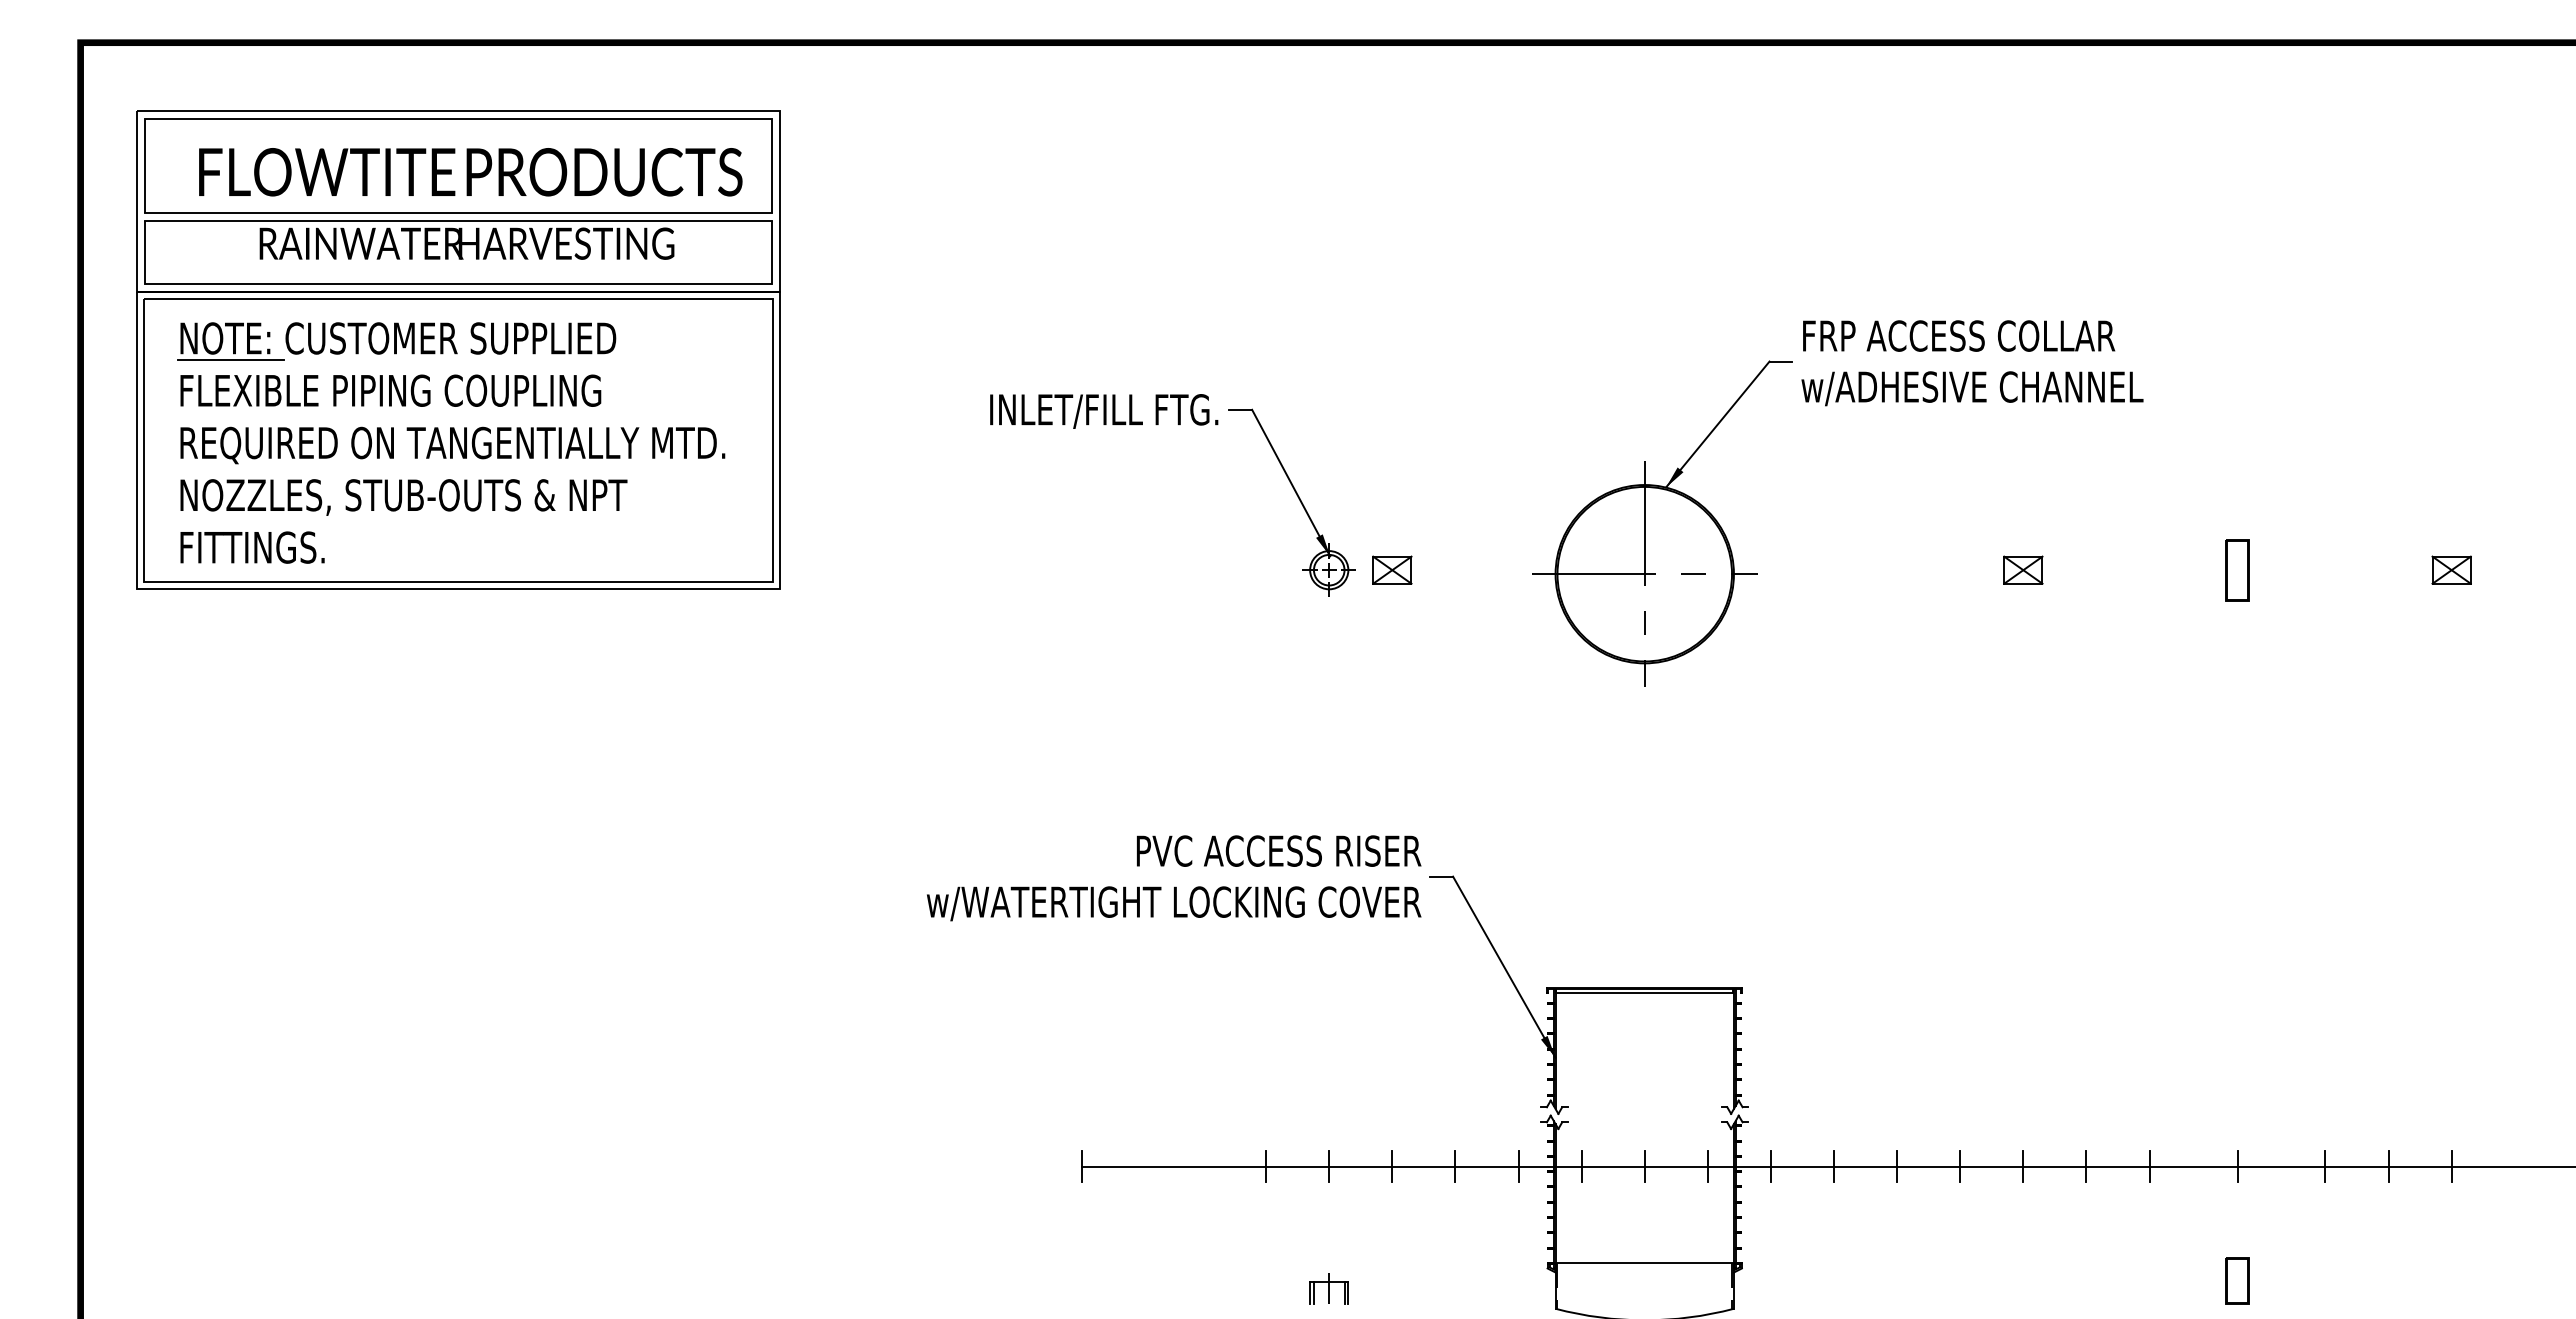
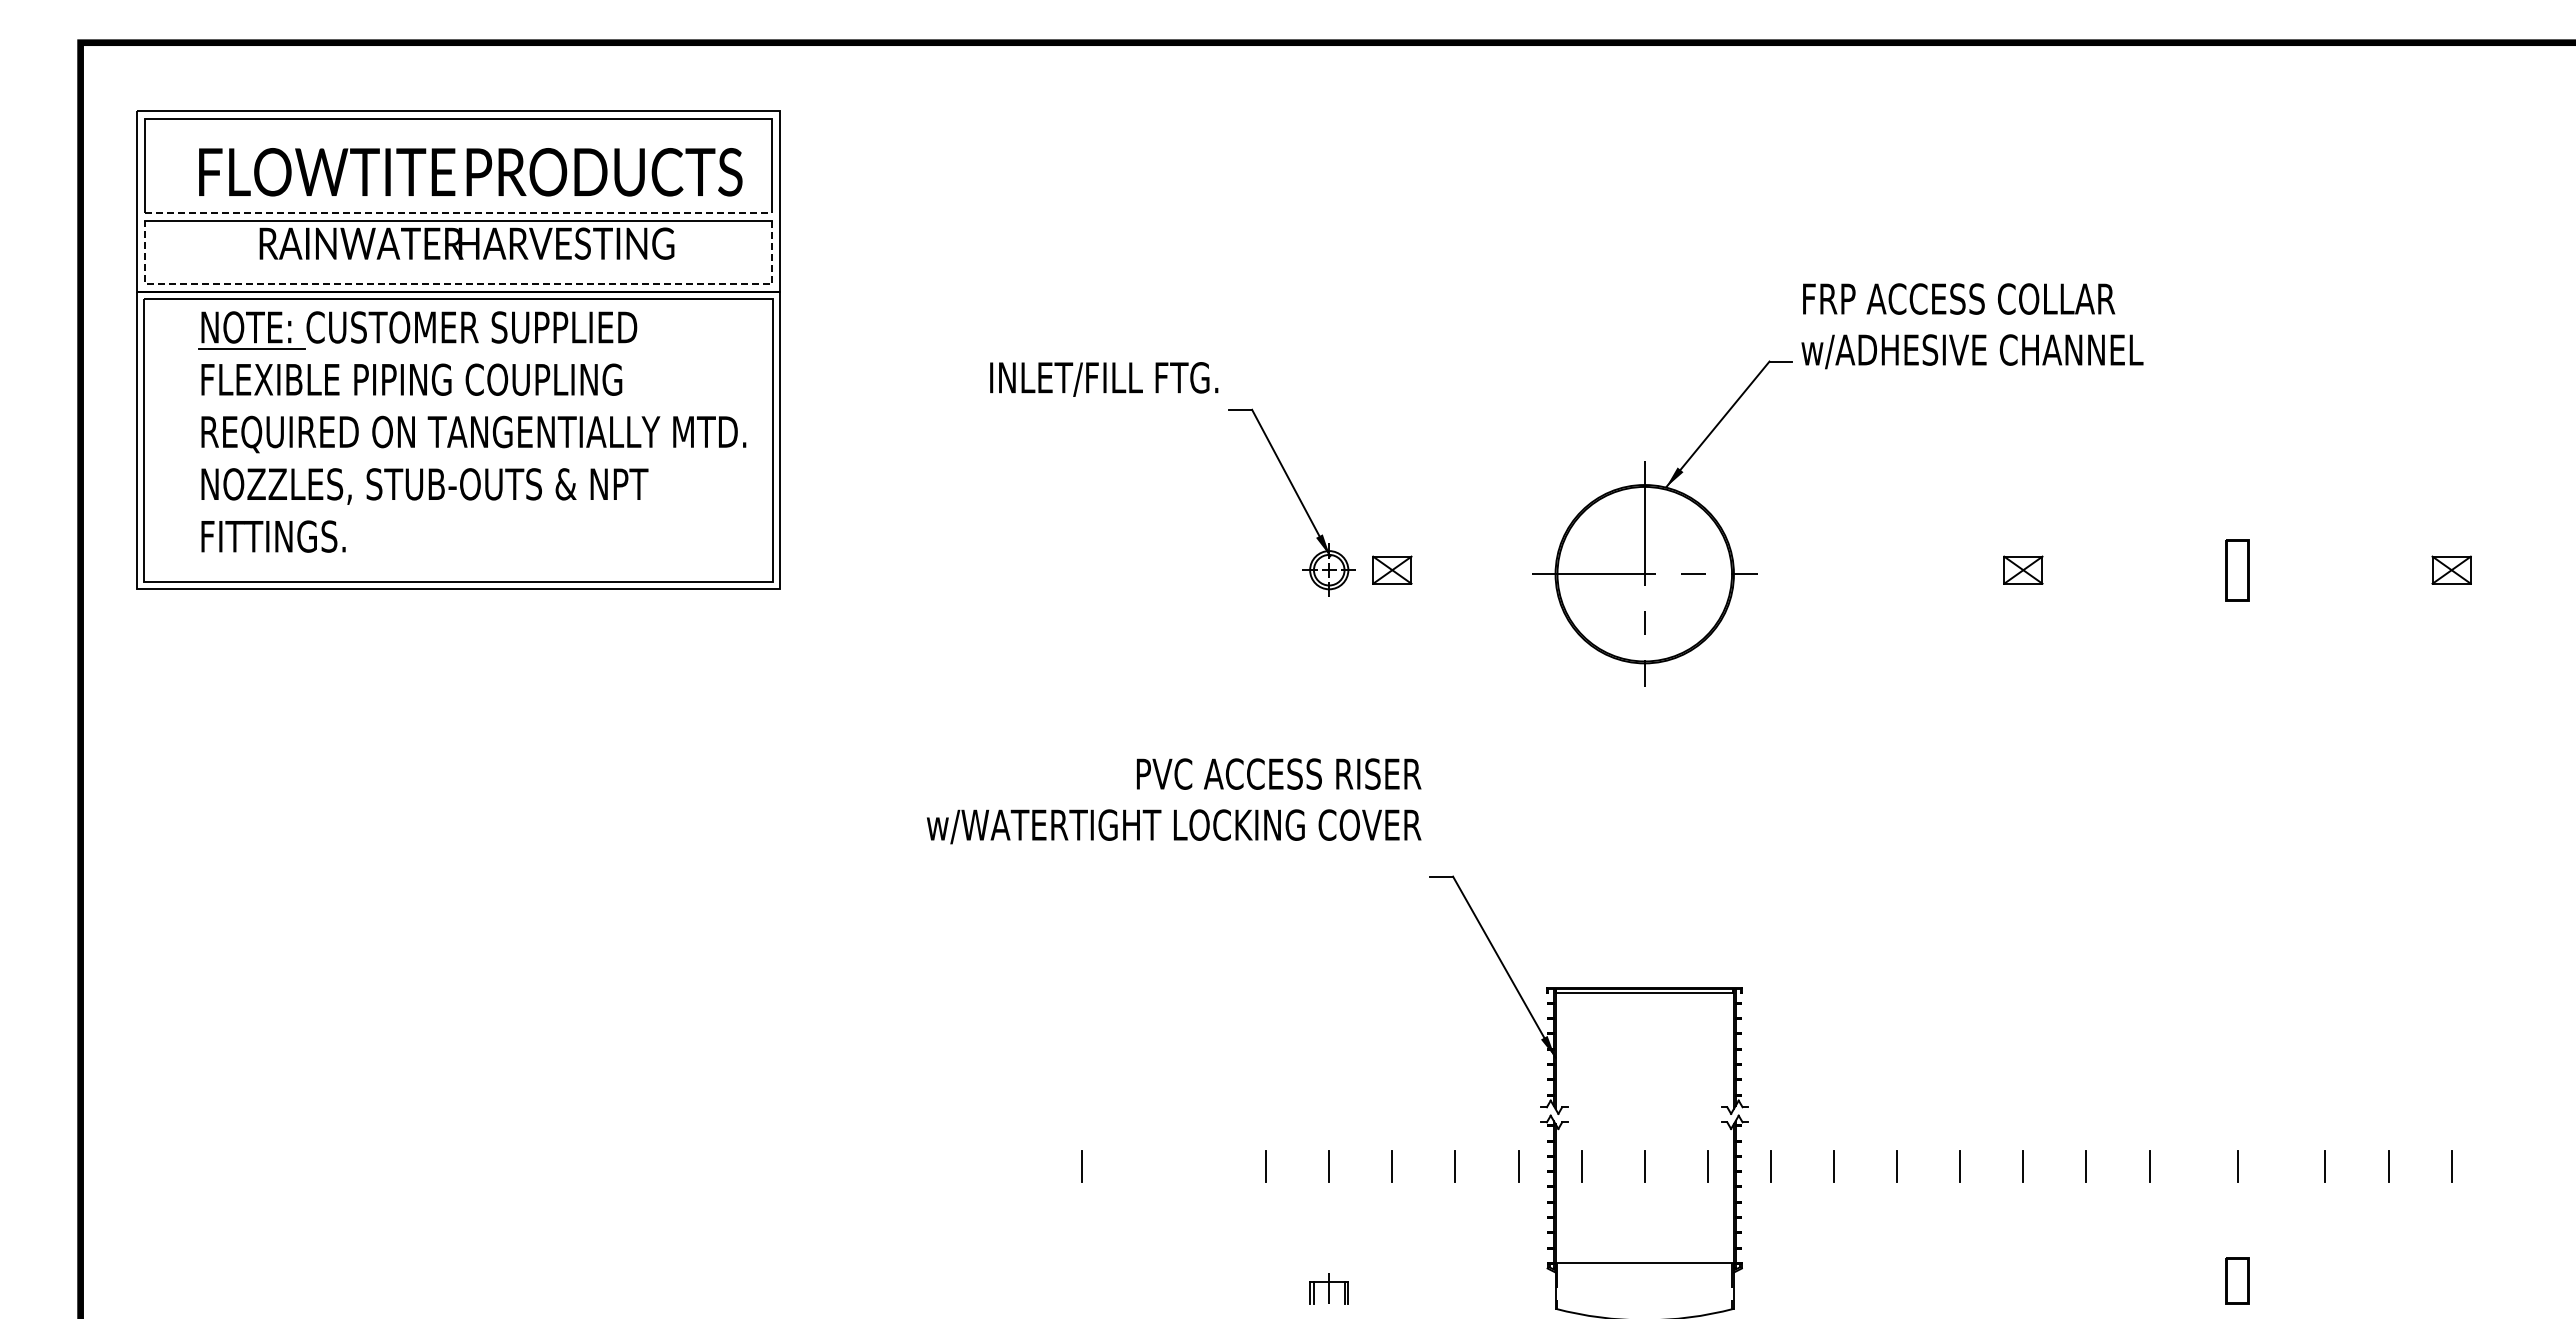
line at (458, 212): solid -> dashed
line at (458, 284): solid -> dashed
text at (1972, 363) position: (1972, 363) -> (1972, 326)
text at (1104, 411) position: (1104, 411) -> (1104, 379)
part at (451, 442) position: (451, 442) -> (472, 431)
text at (1174, 878) position: (1174, 878) -> (1174, 801)
line at (1826, 1167): present -> none
